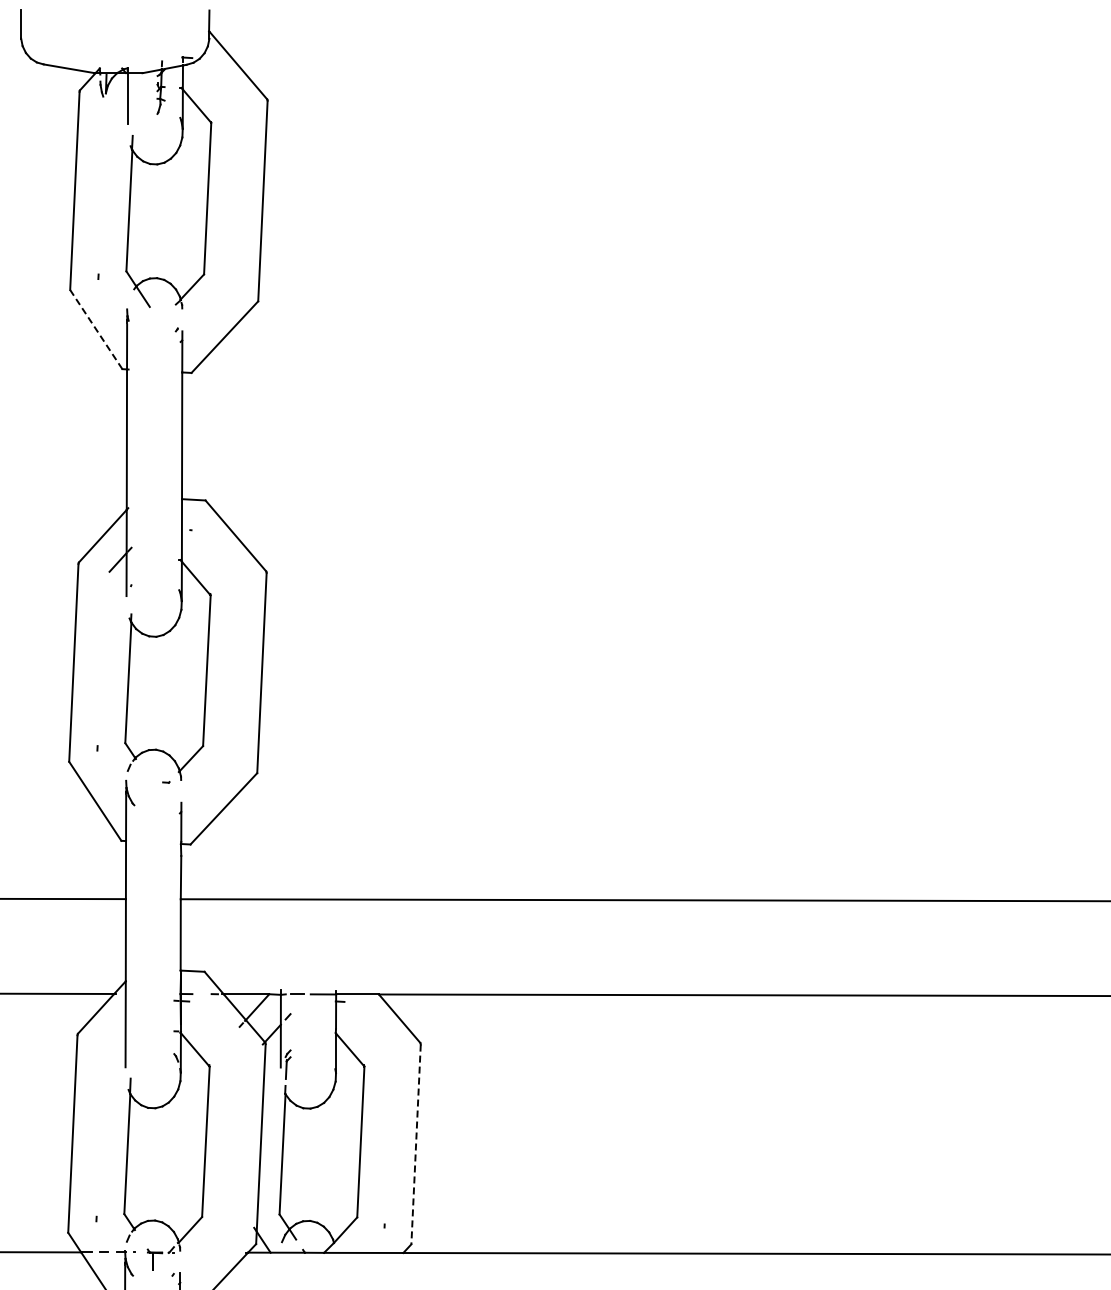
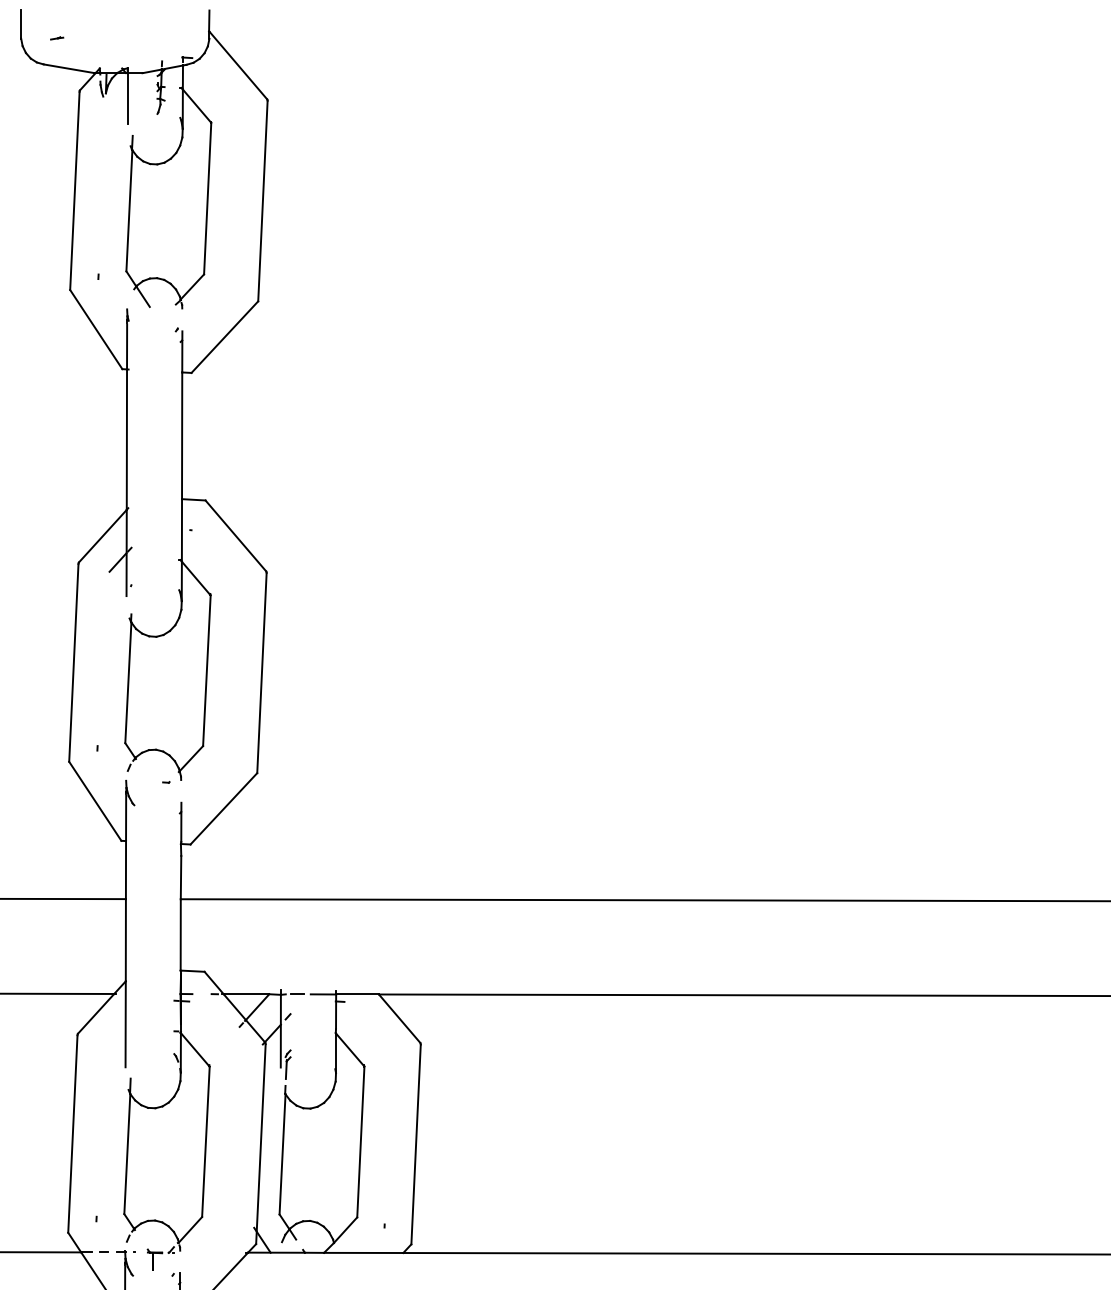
part at (57, 38): none -> present
line at (96, 329): dashed -> solid
line at (416, 1144): dashed -> solid
